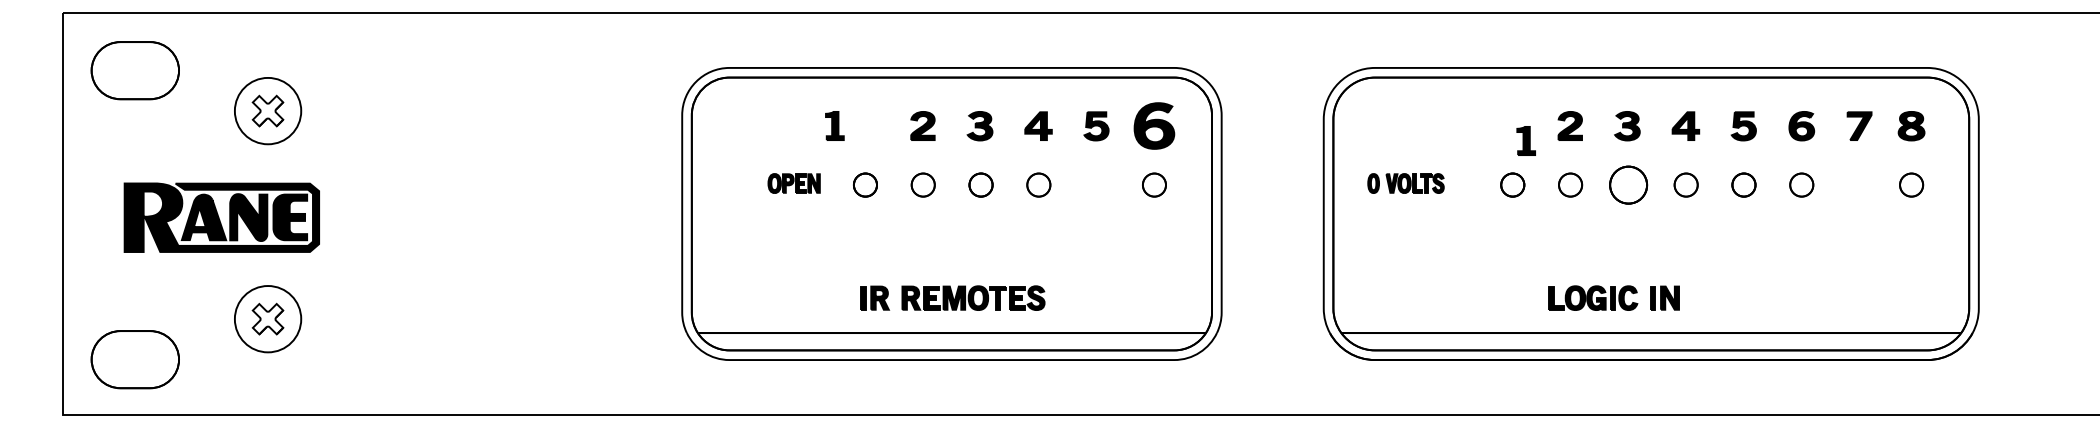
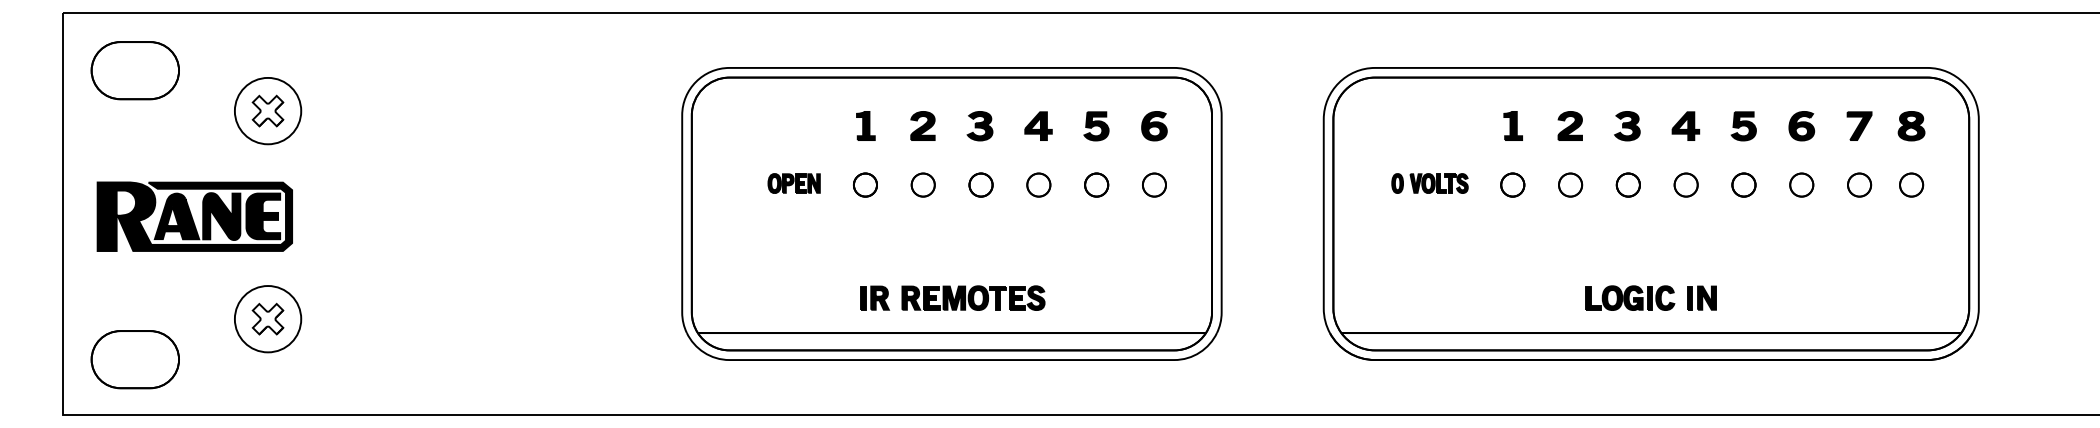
part at (834, 125) position: (834, 125) -> (865, 125)
part at (1154, 125) size: 43x48 px -> 27x31 px
part at (1525, 140) position: (1525, 140) -> (1512, 125)
part at (1405, 183) position: (1405, 183) -> (1429, 183)
part at (1096, 184): none -> present
part at (1628, 184) size: 40x40 px -> 26x26 px
part at (1859, 184): none -> present
part at (221, 217) position: (221, 217) -> (194, 216)
part at (1613, 297) position: (1613, 297) -> (1650, 297)
